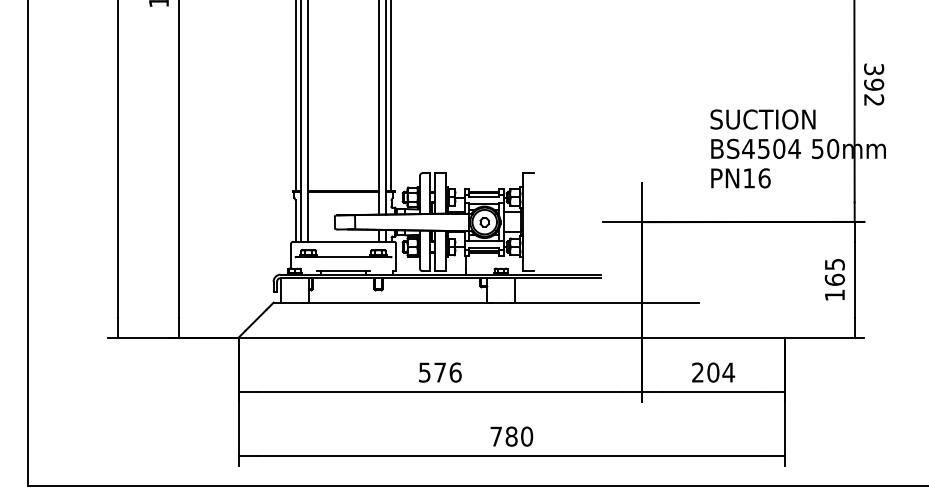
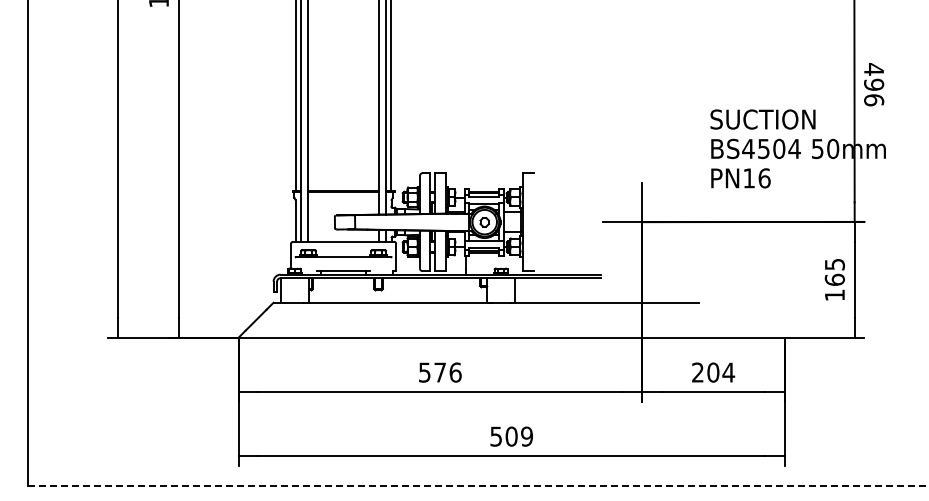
text at (874, 84): 392 -> 496
text at (511, 436): 780 -> 509
line at (478, 485): solid -> dashed
